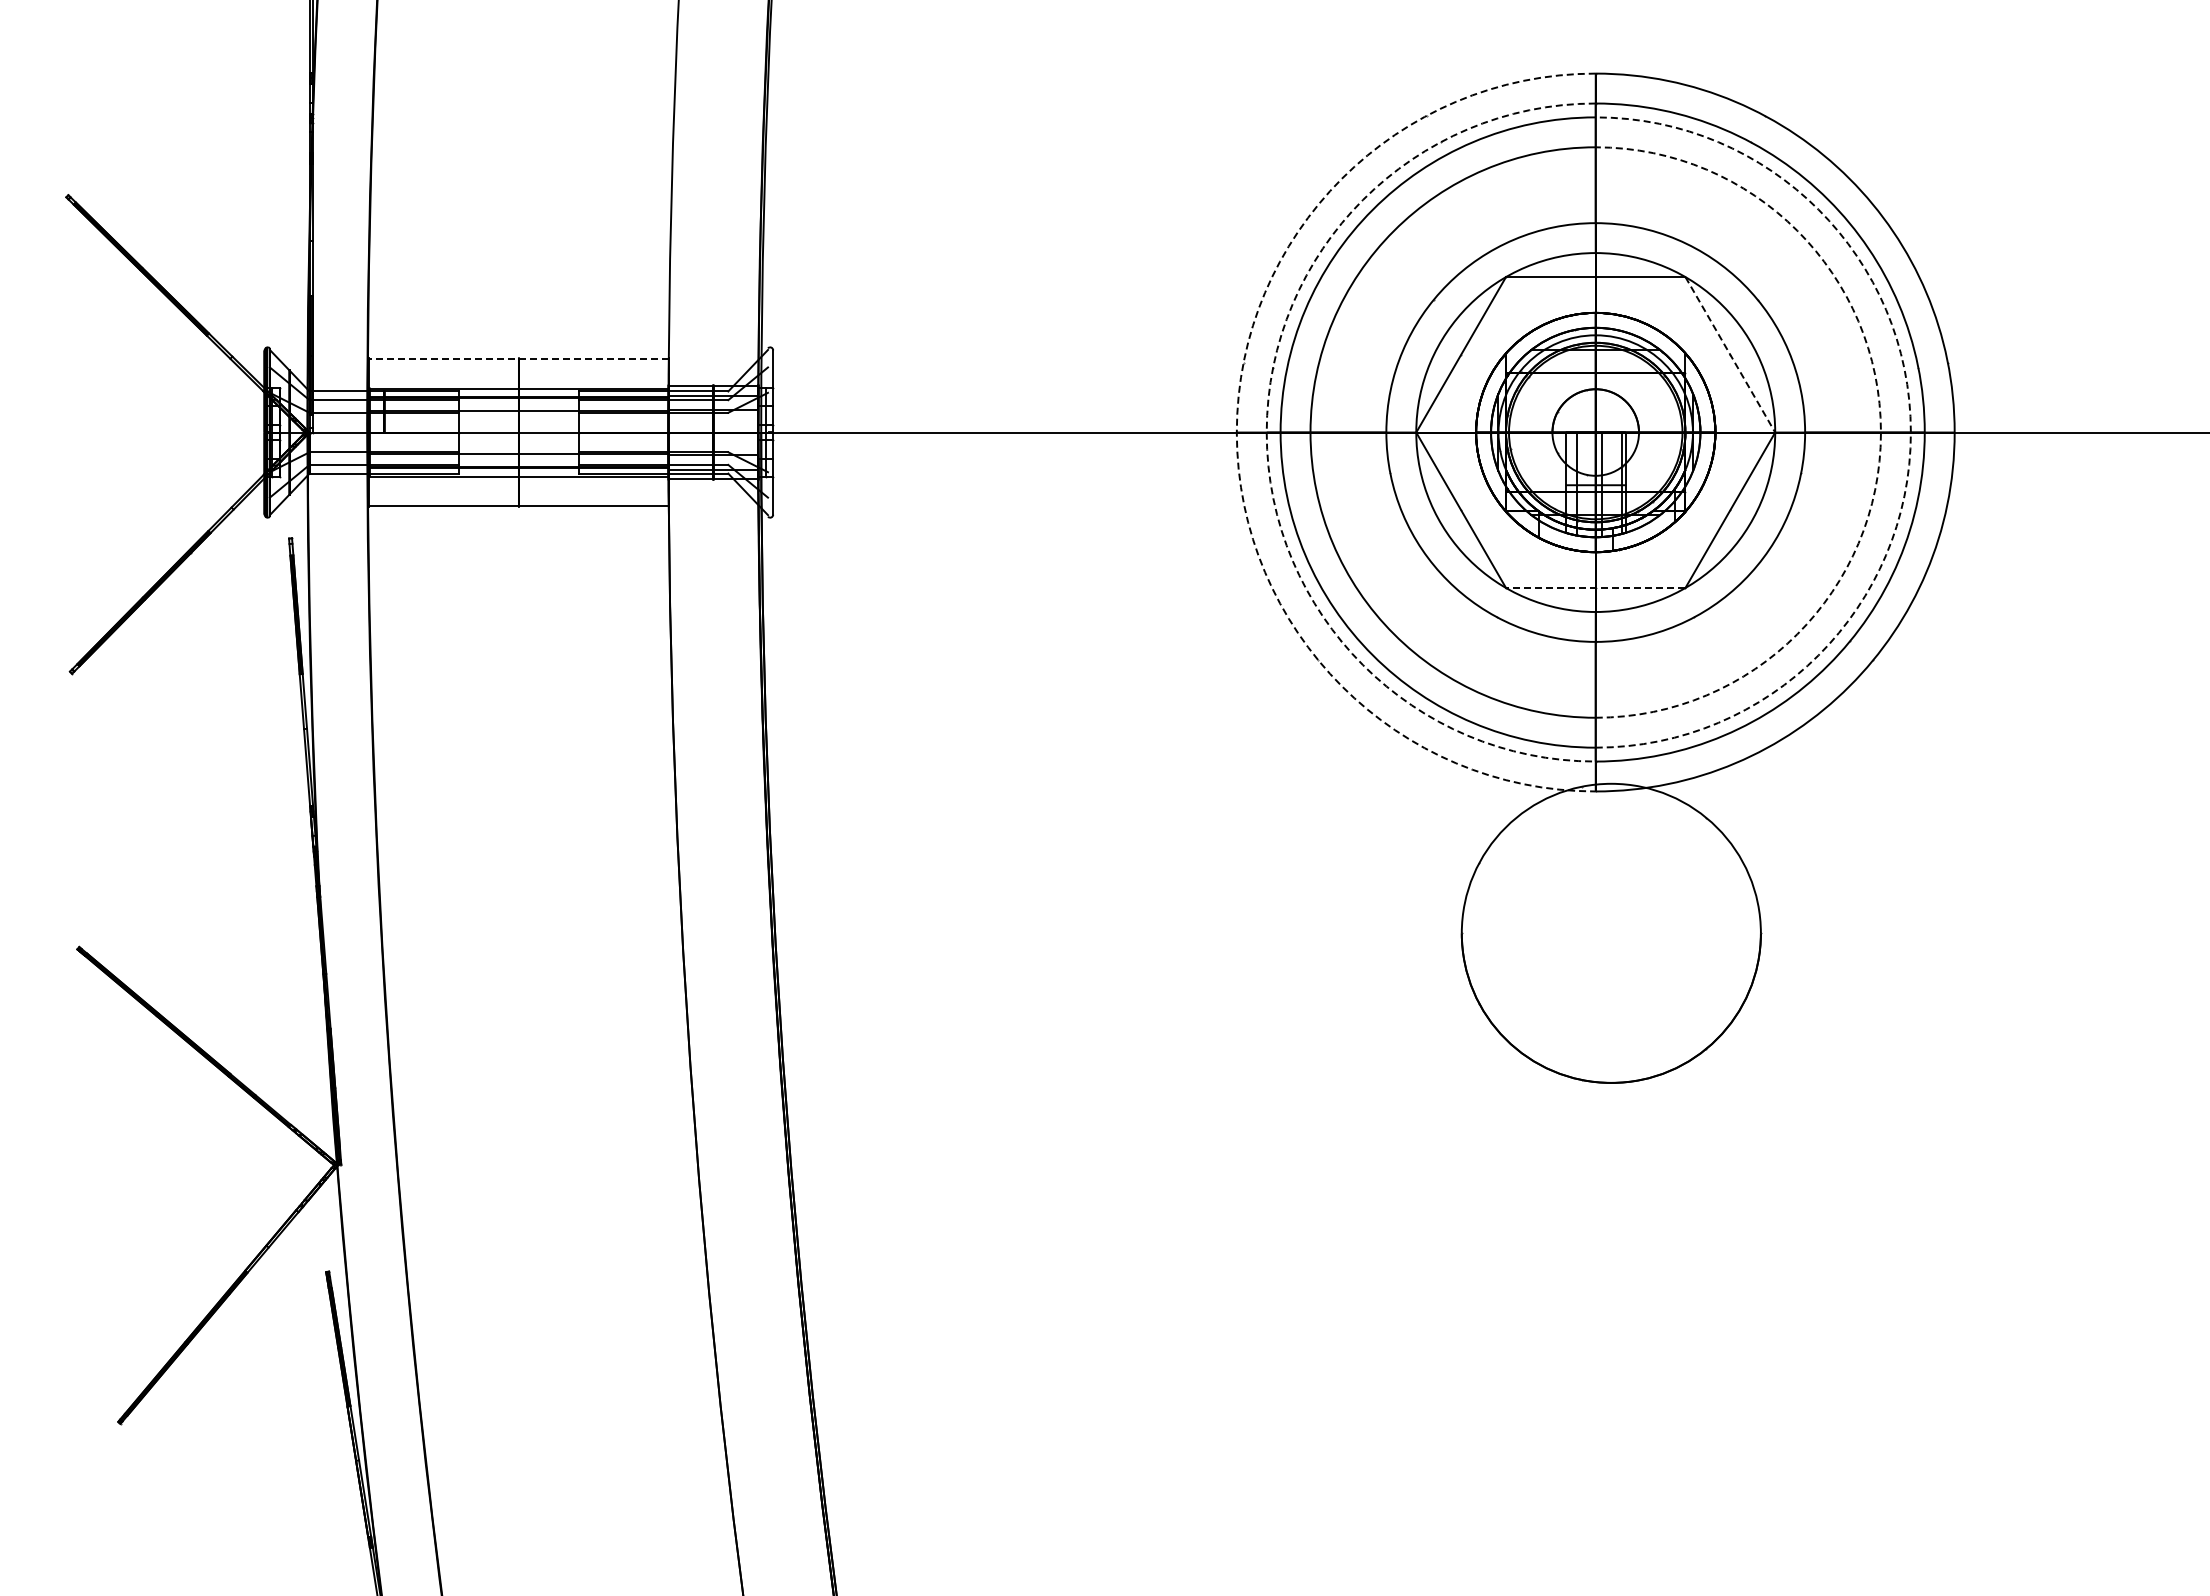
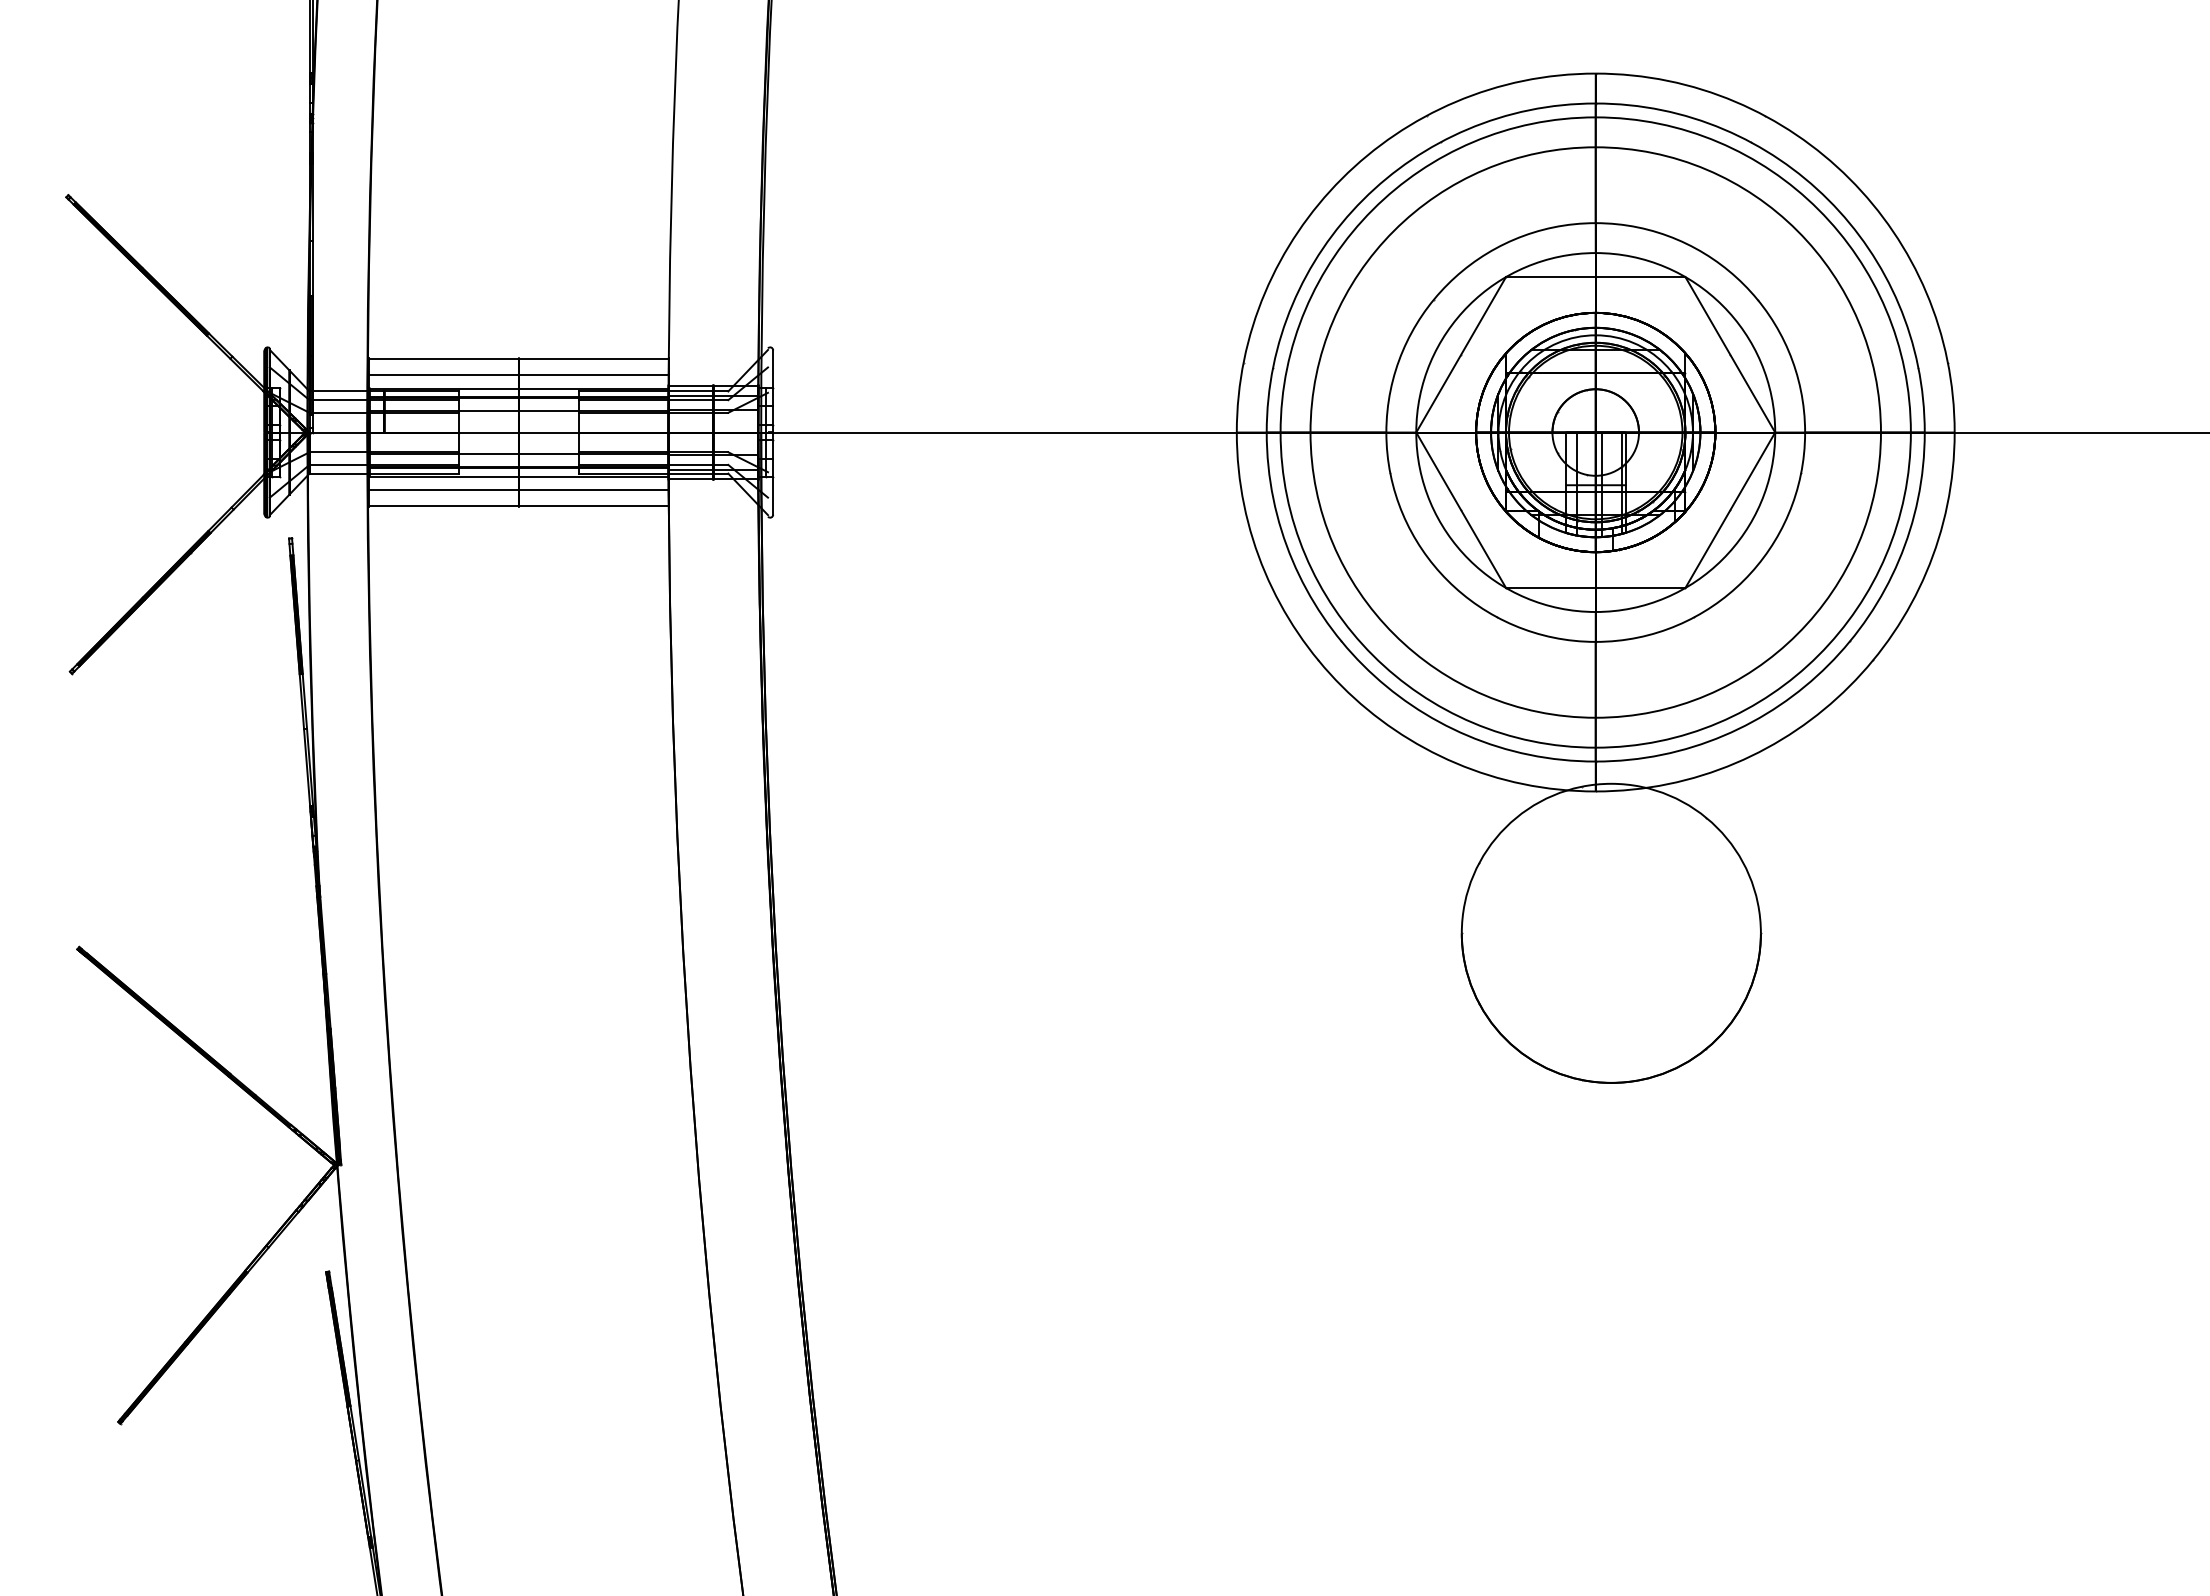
line at (1730, 354): dashed -> solid
line at (518, 359): dashed -> solid
line at (518, 374): none -> present
arc at (1236, 432): dashed -> solid
arc at (1266, 432): dashed -> solid
arc at (1880, 432): dashed -> solid
arc at (1910, 432): dashed -> solid
line at (518, 490): none -> present
line at (1595, 587): dashed -> solid
